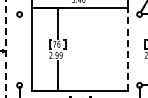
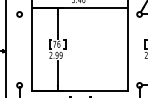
line at (5, 48): dashed -> solid
line at (127, 49): dashed -> solid
